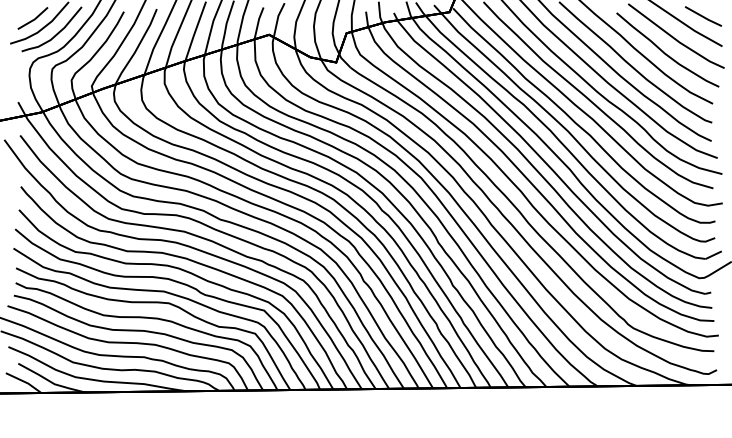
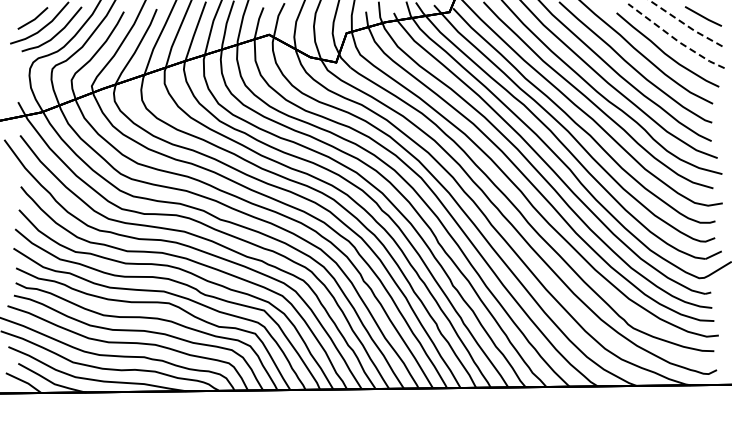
line at (685, 24): solid -> dashed
line at (675, 39): solid -> dashed
